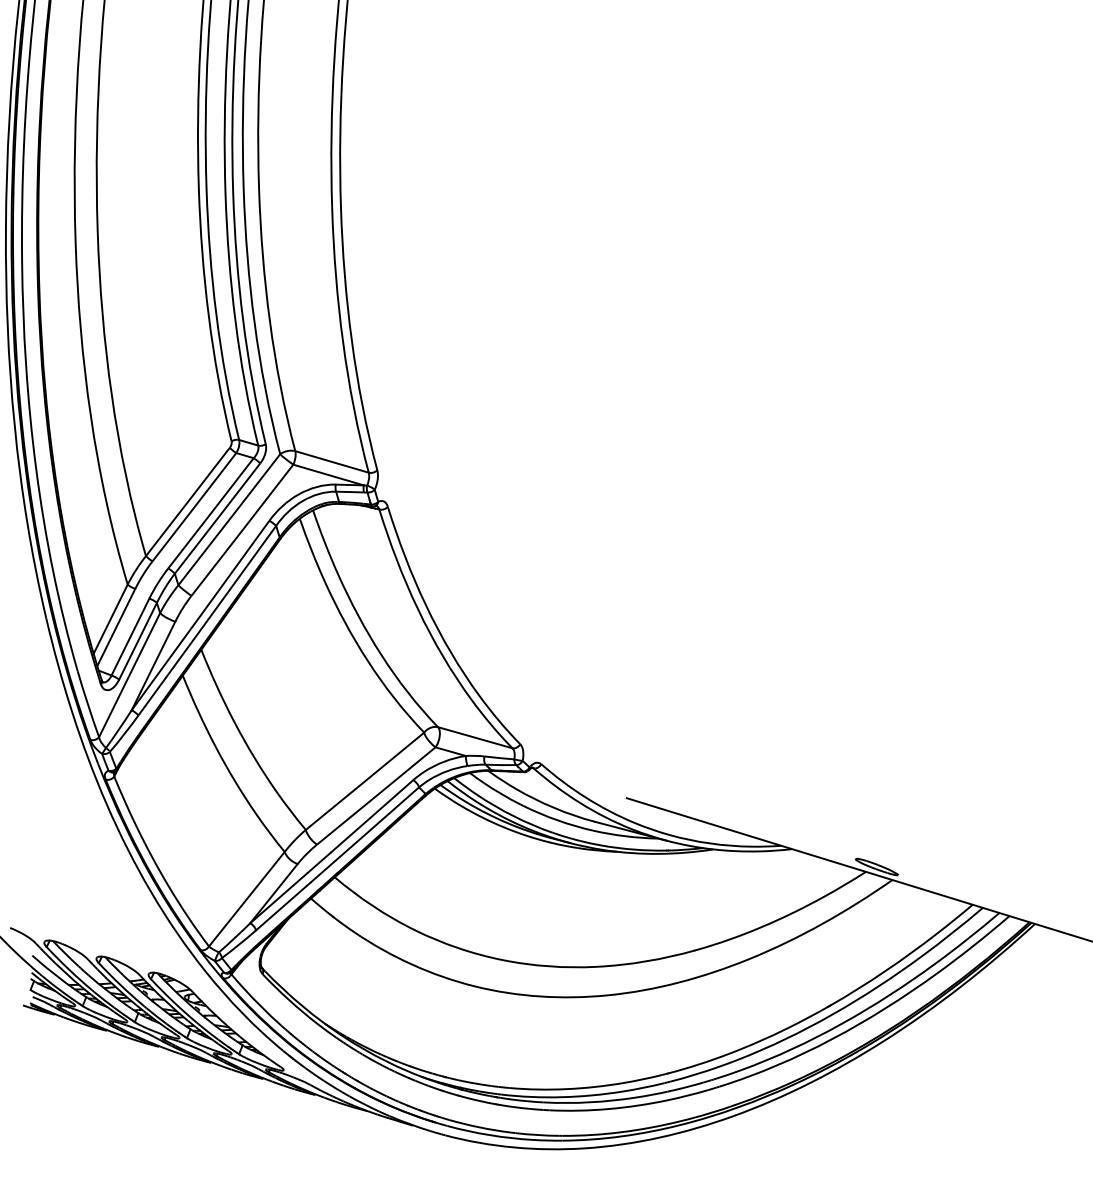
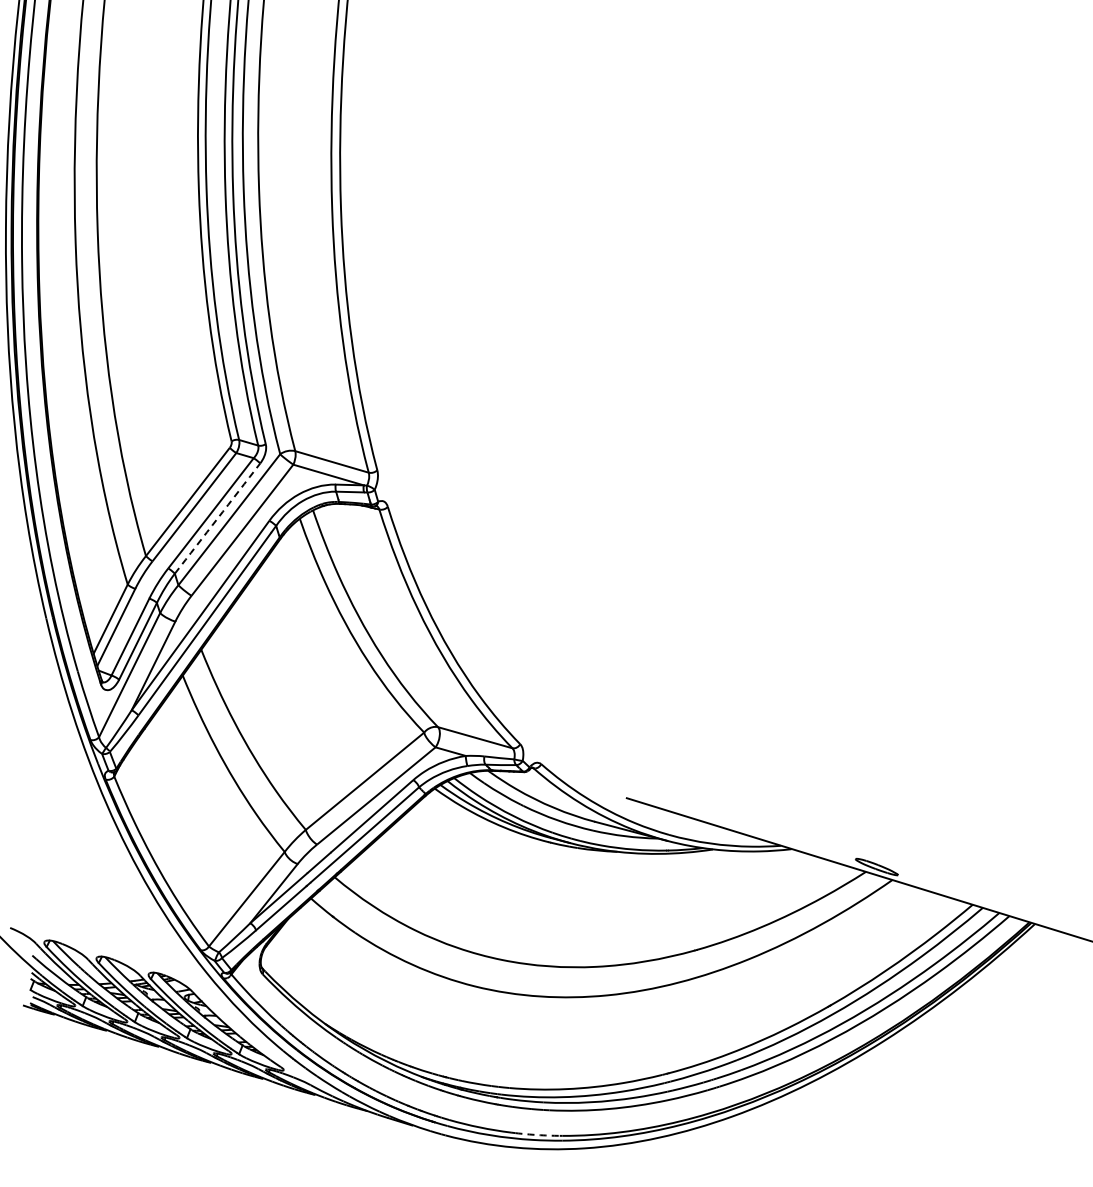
arc at (217, 518): solid -> dashed
arc at (537, 1135): solid -> dashed
